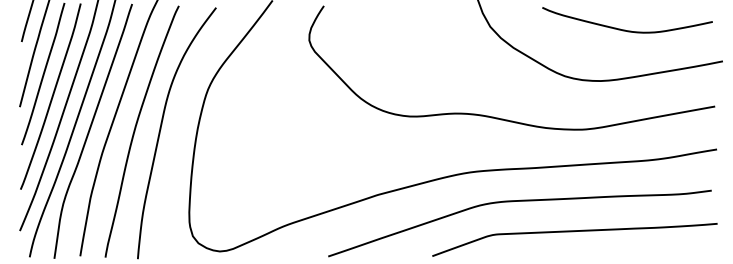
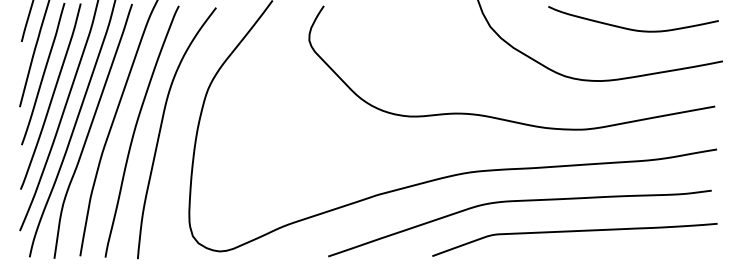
curve at (625, 29) position: (625, 29) -> (631, 28)
